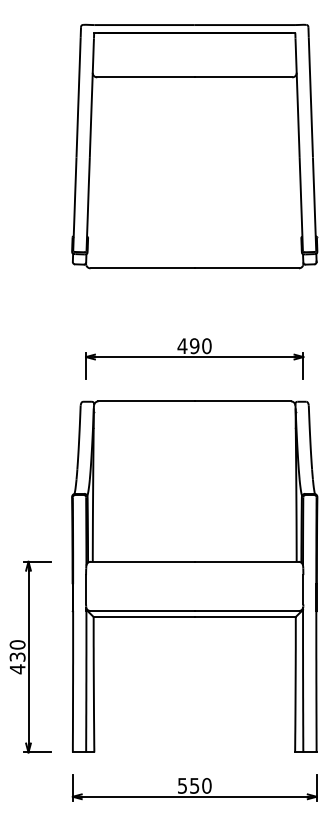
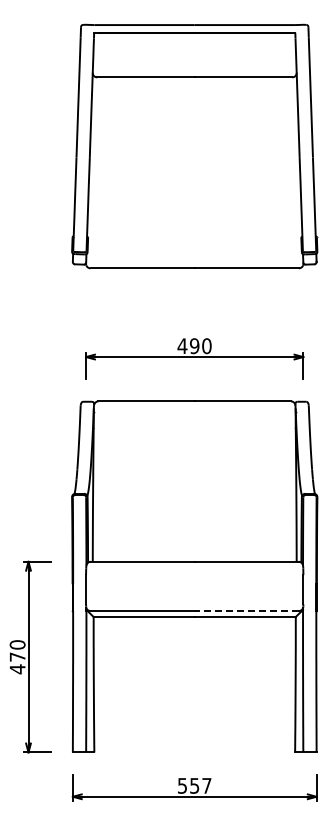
line at (246, 611): solid -> dashed
text at (17, 656): 430 -> 470
text at (206, 785): 550 -> 557
